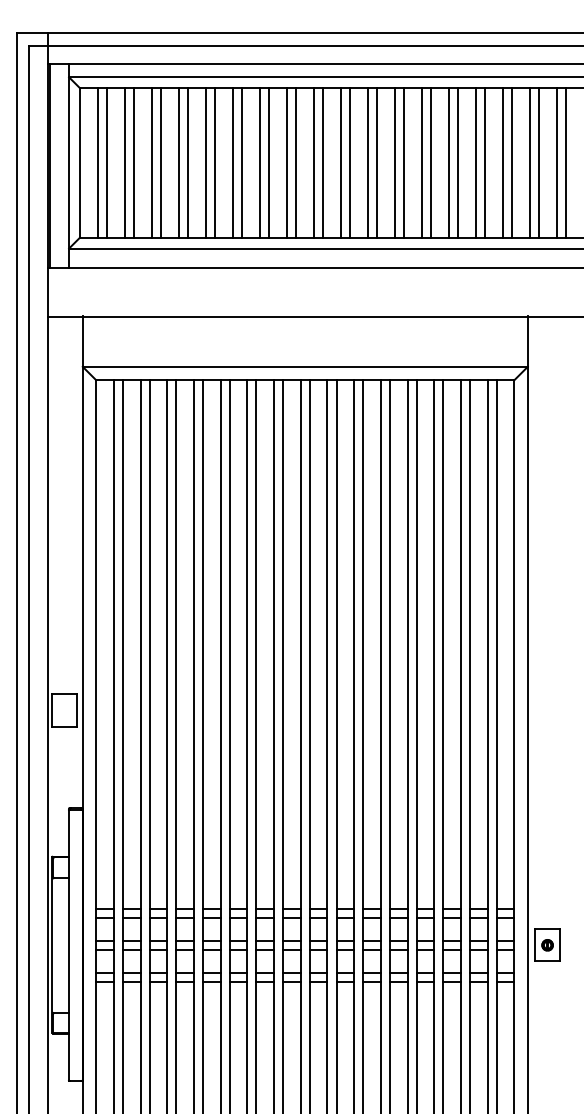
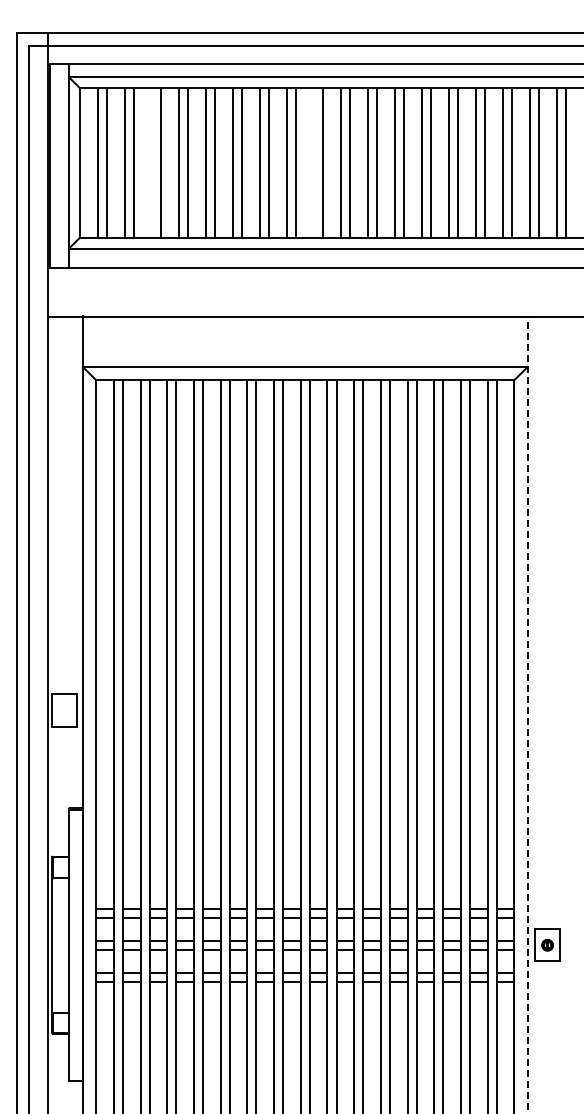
line at (151, 162): present -> none
line at (313, 162): present -> none
line at (527, 715): solid -> dashed
